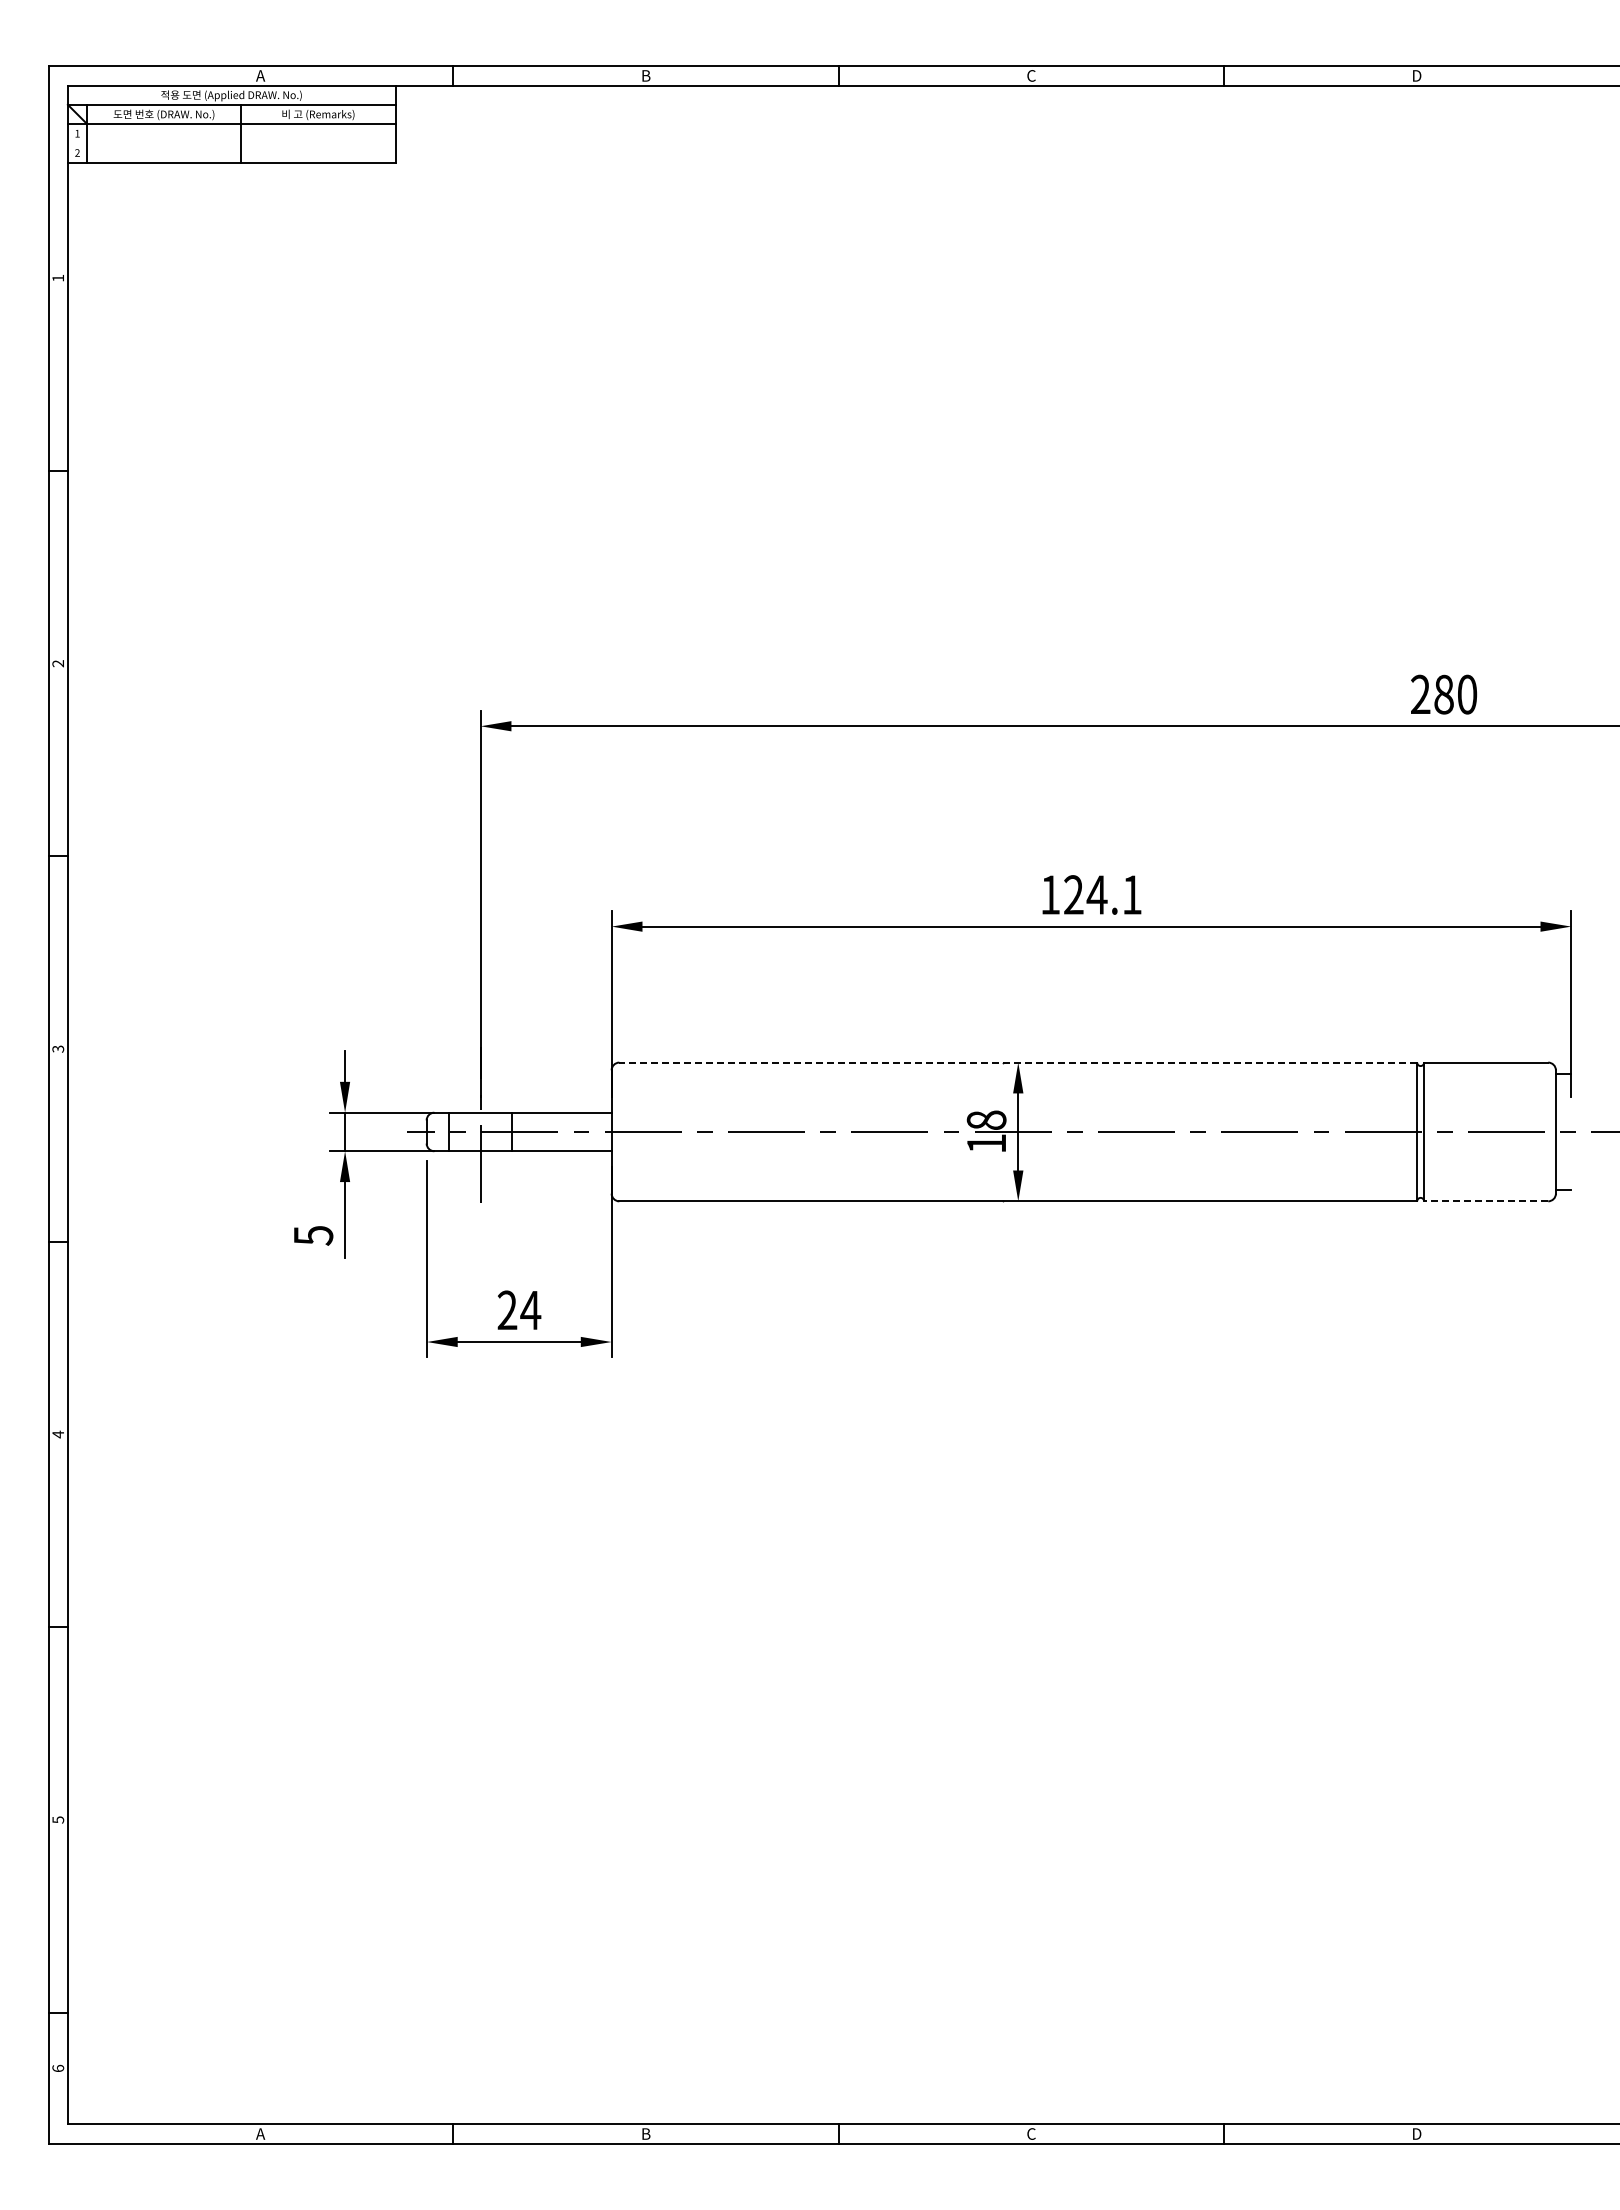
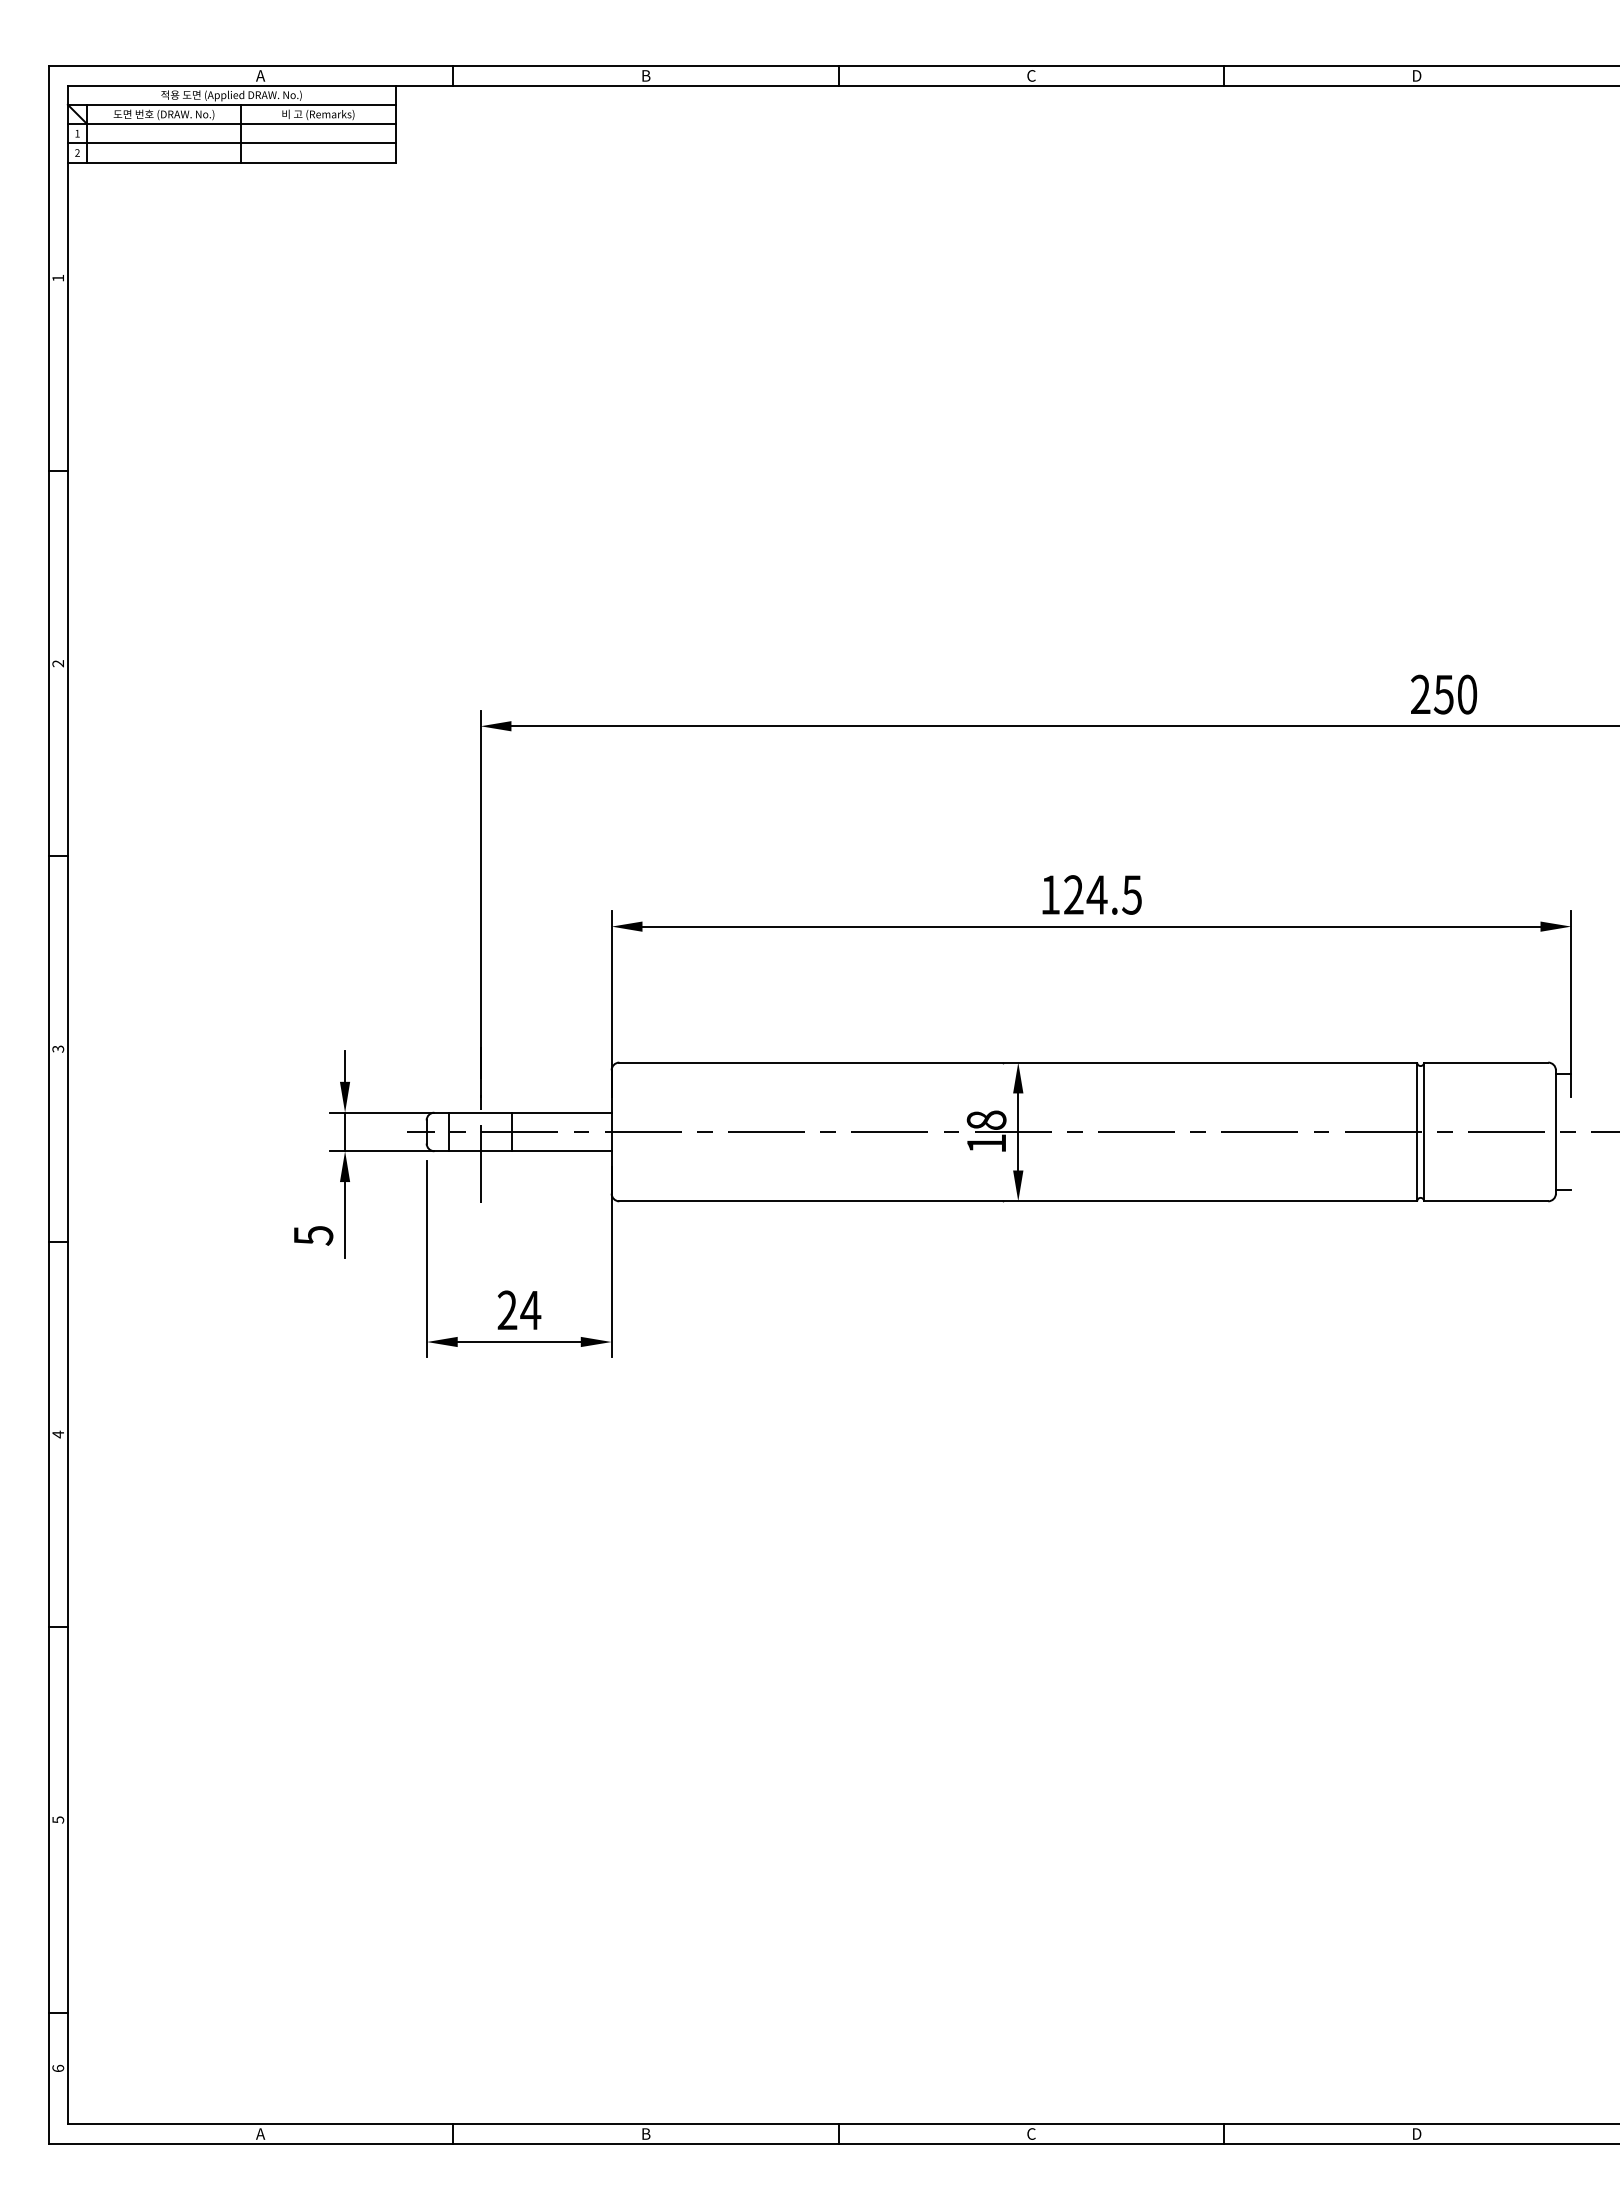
line at (231, 143): none -> present
text at (1443, 694): 280 -> 250
text at (1131, 894): 124.1 -> 124.5
line at (1018, 1062): dashed -> solid
line at (1485, 1201): dashed -> solid
